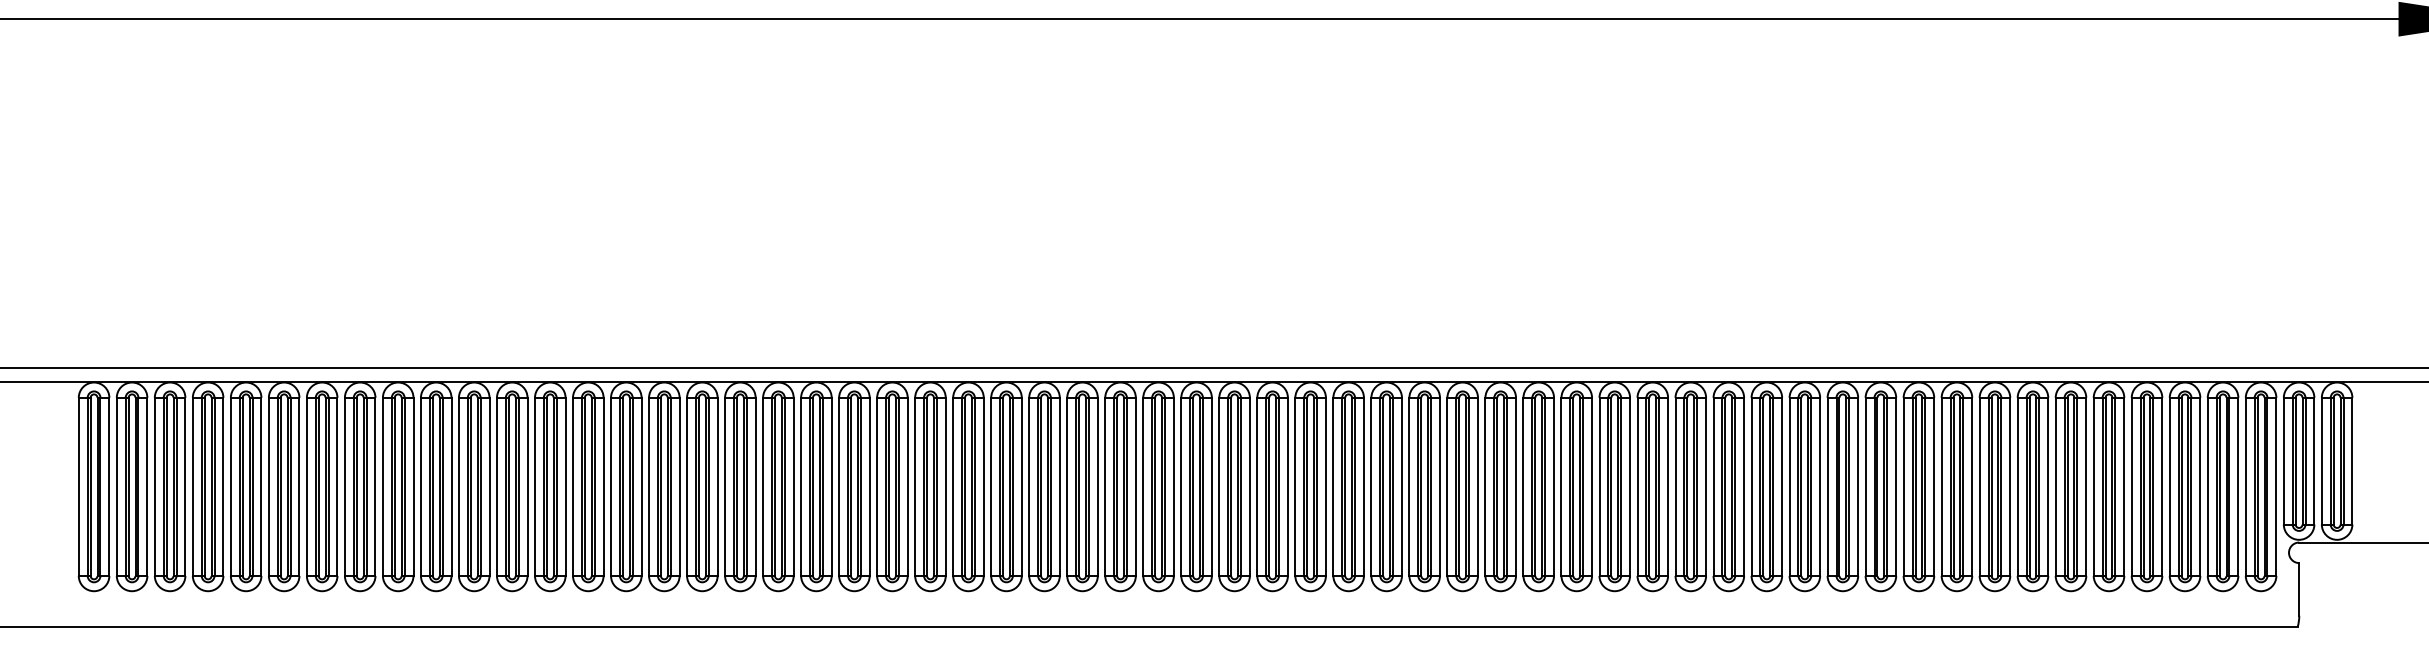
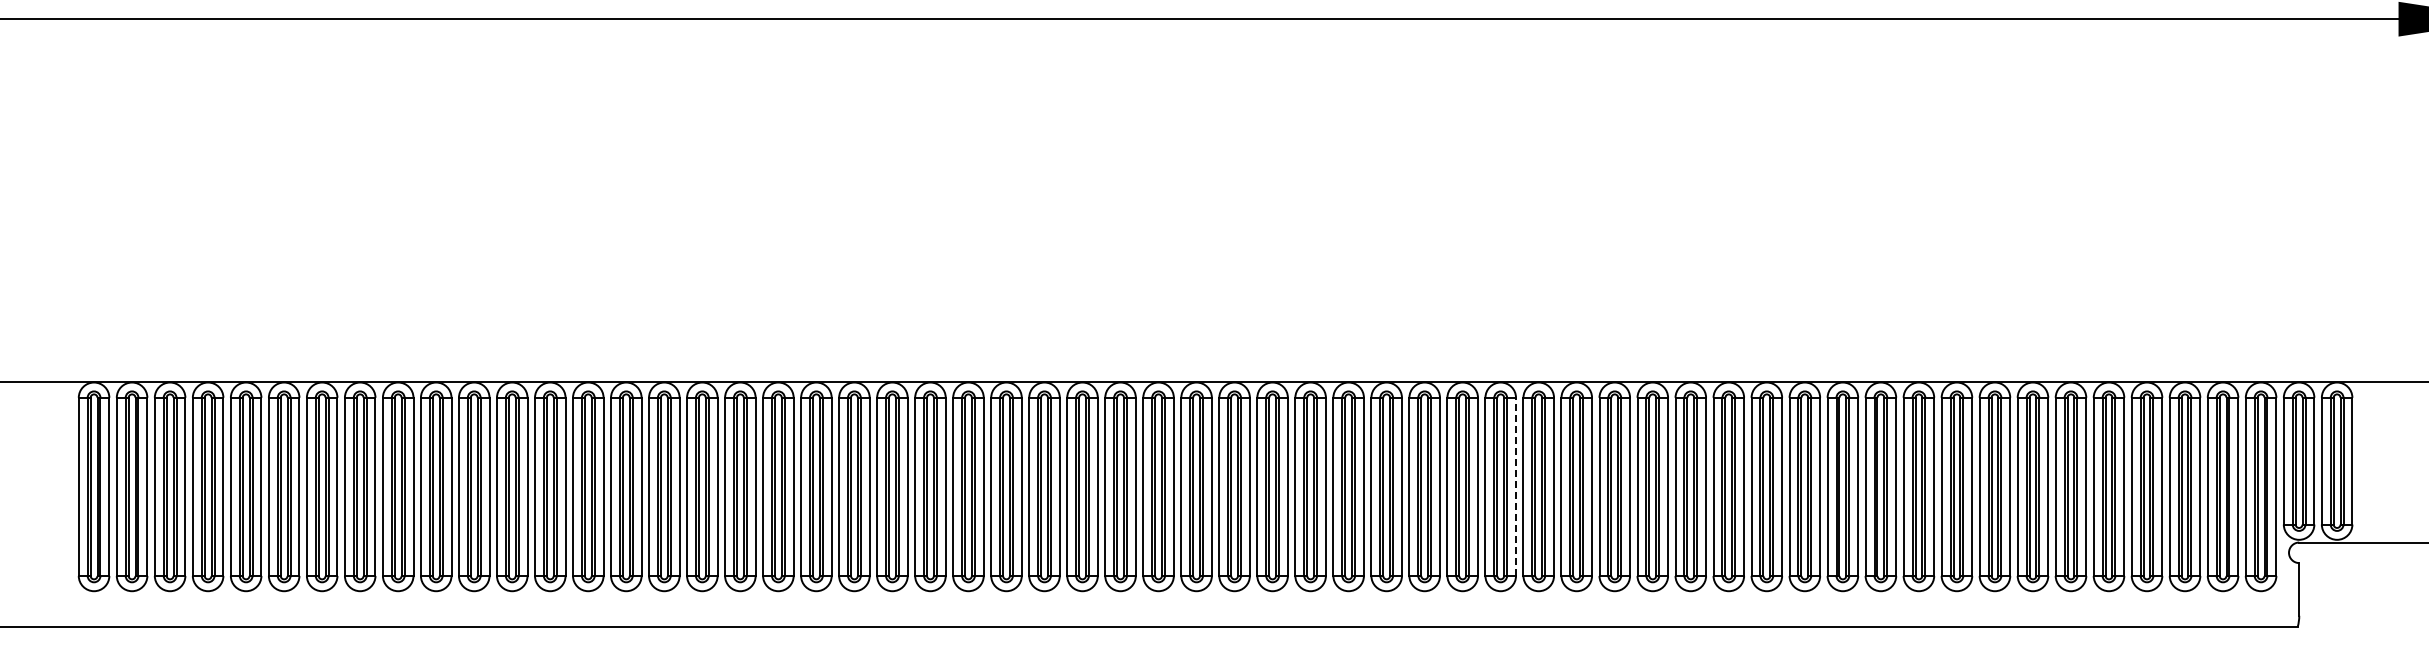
line at (1213, 367): present -> none
line at (1516, 486): solid -> dashed
